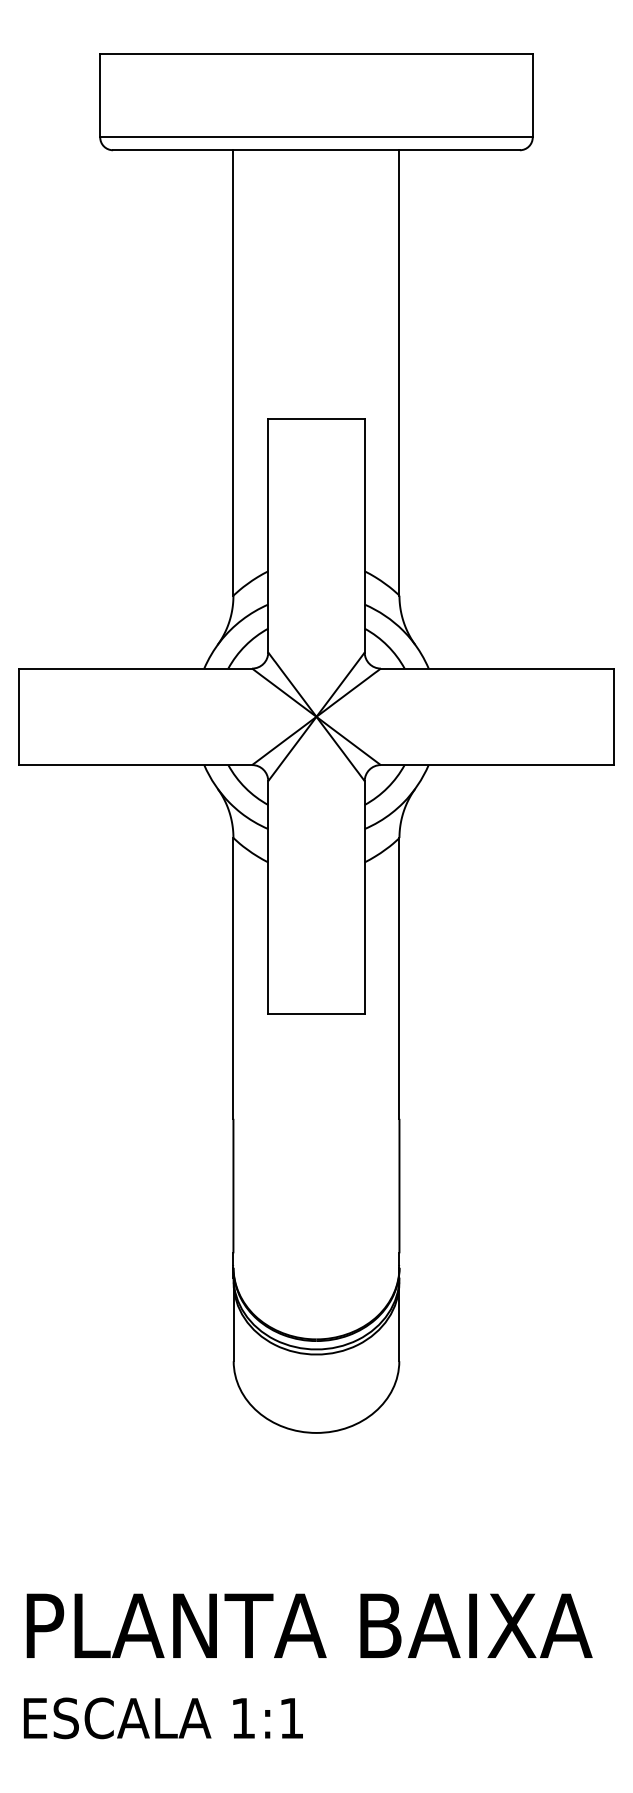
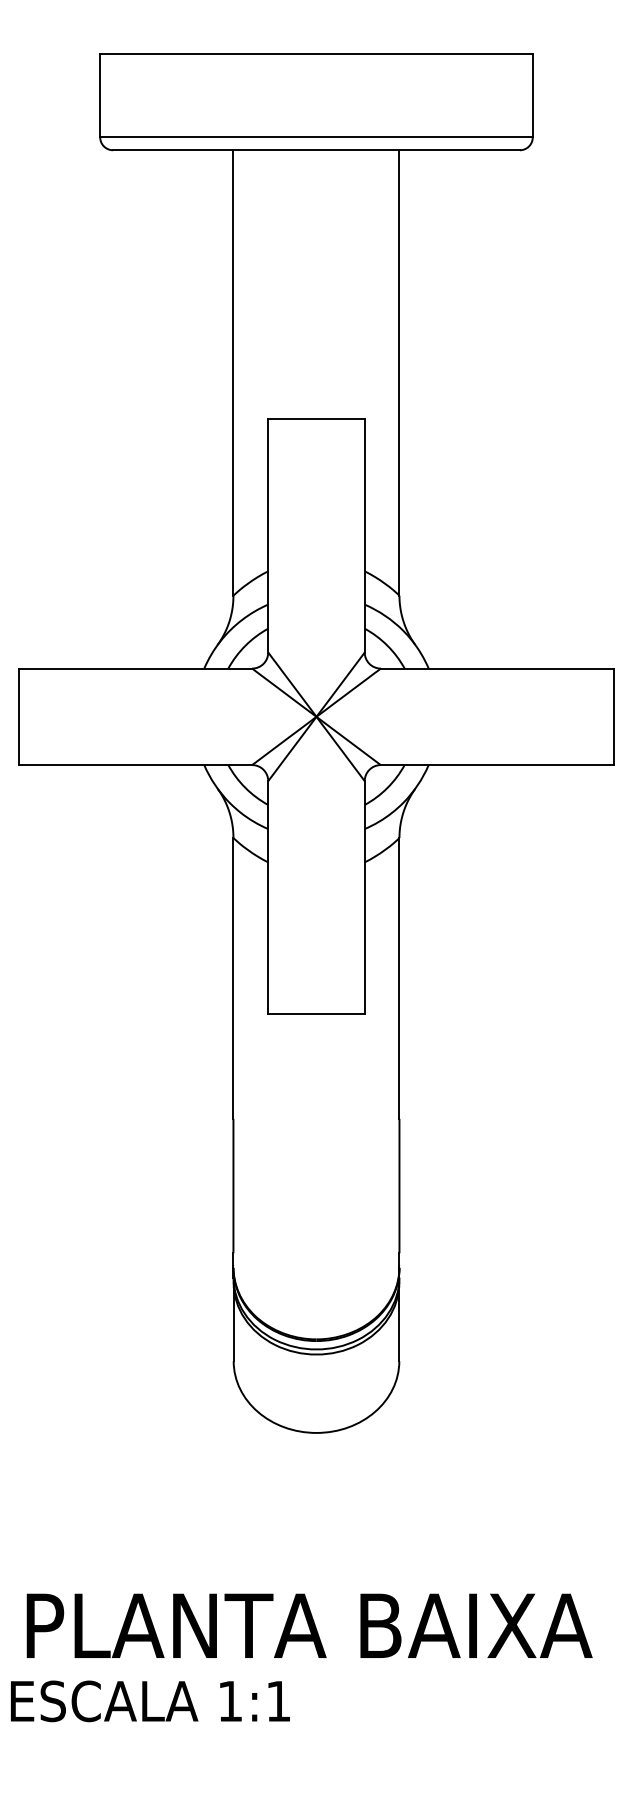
text at (163, 1718) position: (163, 1718) -> (150, 1701)
